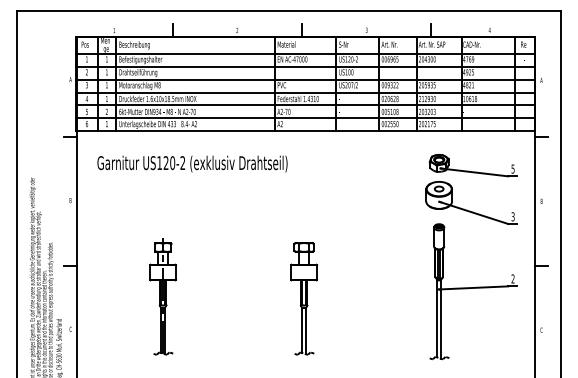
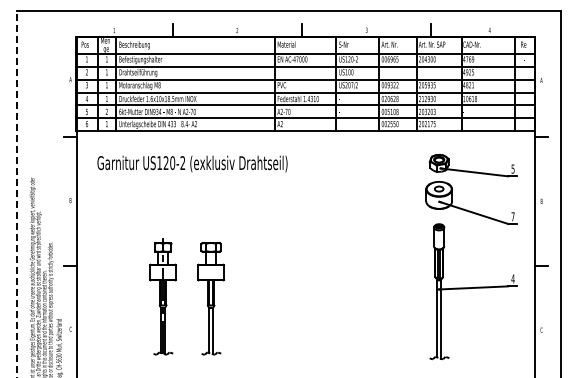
line at (17, 194): solid -> dashed
text at (512, 216): 3 -> 7
text at (512, 278): 2 -> 4
part at (304, 298) position: (304, 298) -> (211, 298)
